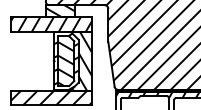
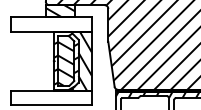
hatch at (51, 24): present -> none
hatch at (51, 97): present -> none
